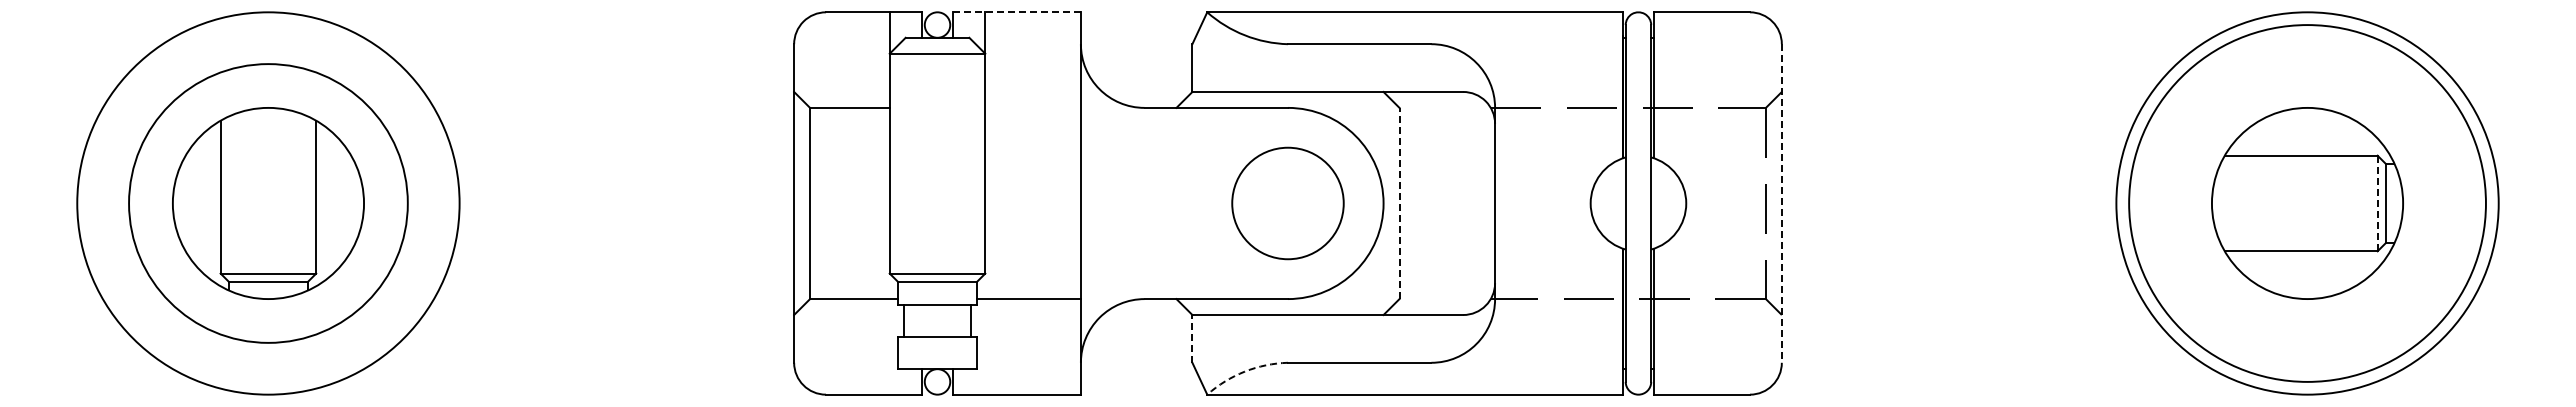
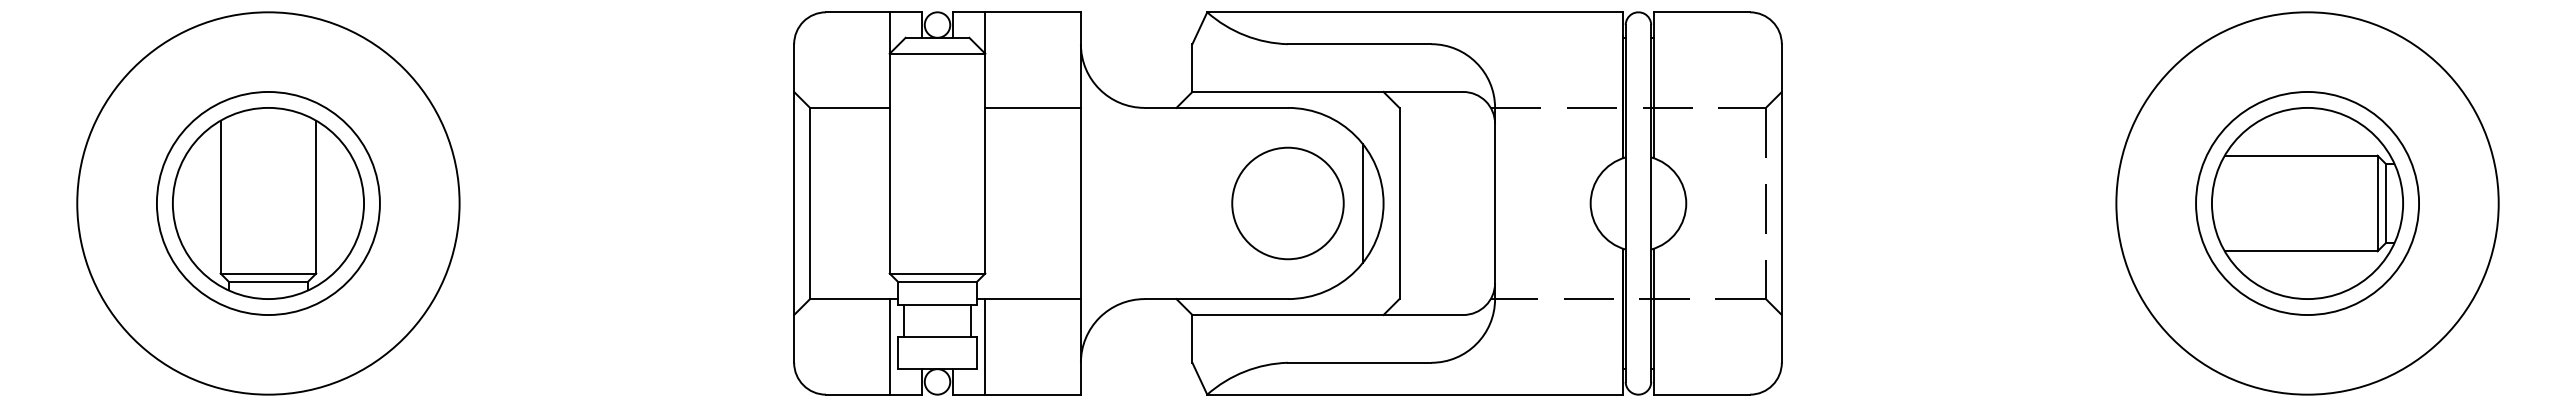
line at (1017, 12): dashed -> solid
line at (1032, 107): none -> present
circle at (268, 203) diameter: 279 px -> 223 px
line at (1363, 203): none -> present
line at (1399, 203): dashed -> solid
line at (1781, 203): dashed -> solid
circle at (2307, 203) diameter: 357 px -> 223 px
line at (2377, 203): dashed -> solid
line at (1192, 338): dashed -> solid
line at (889, 346): none -> present
line at (985, 346): none -> present
arc at (1244, 371): dashed -> solid
